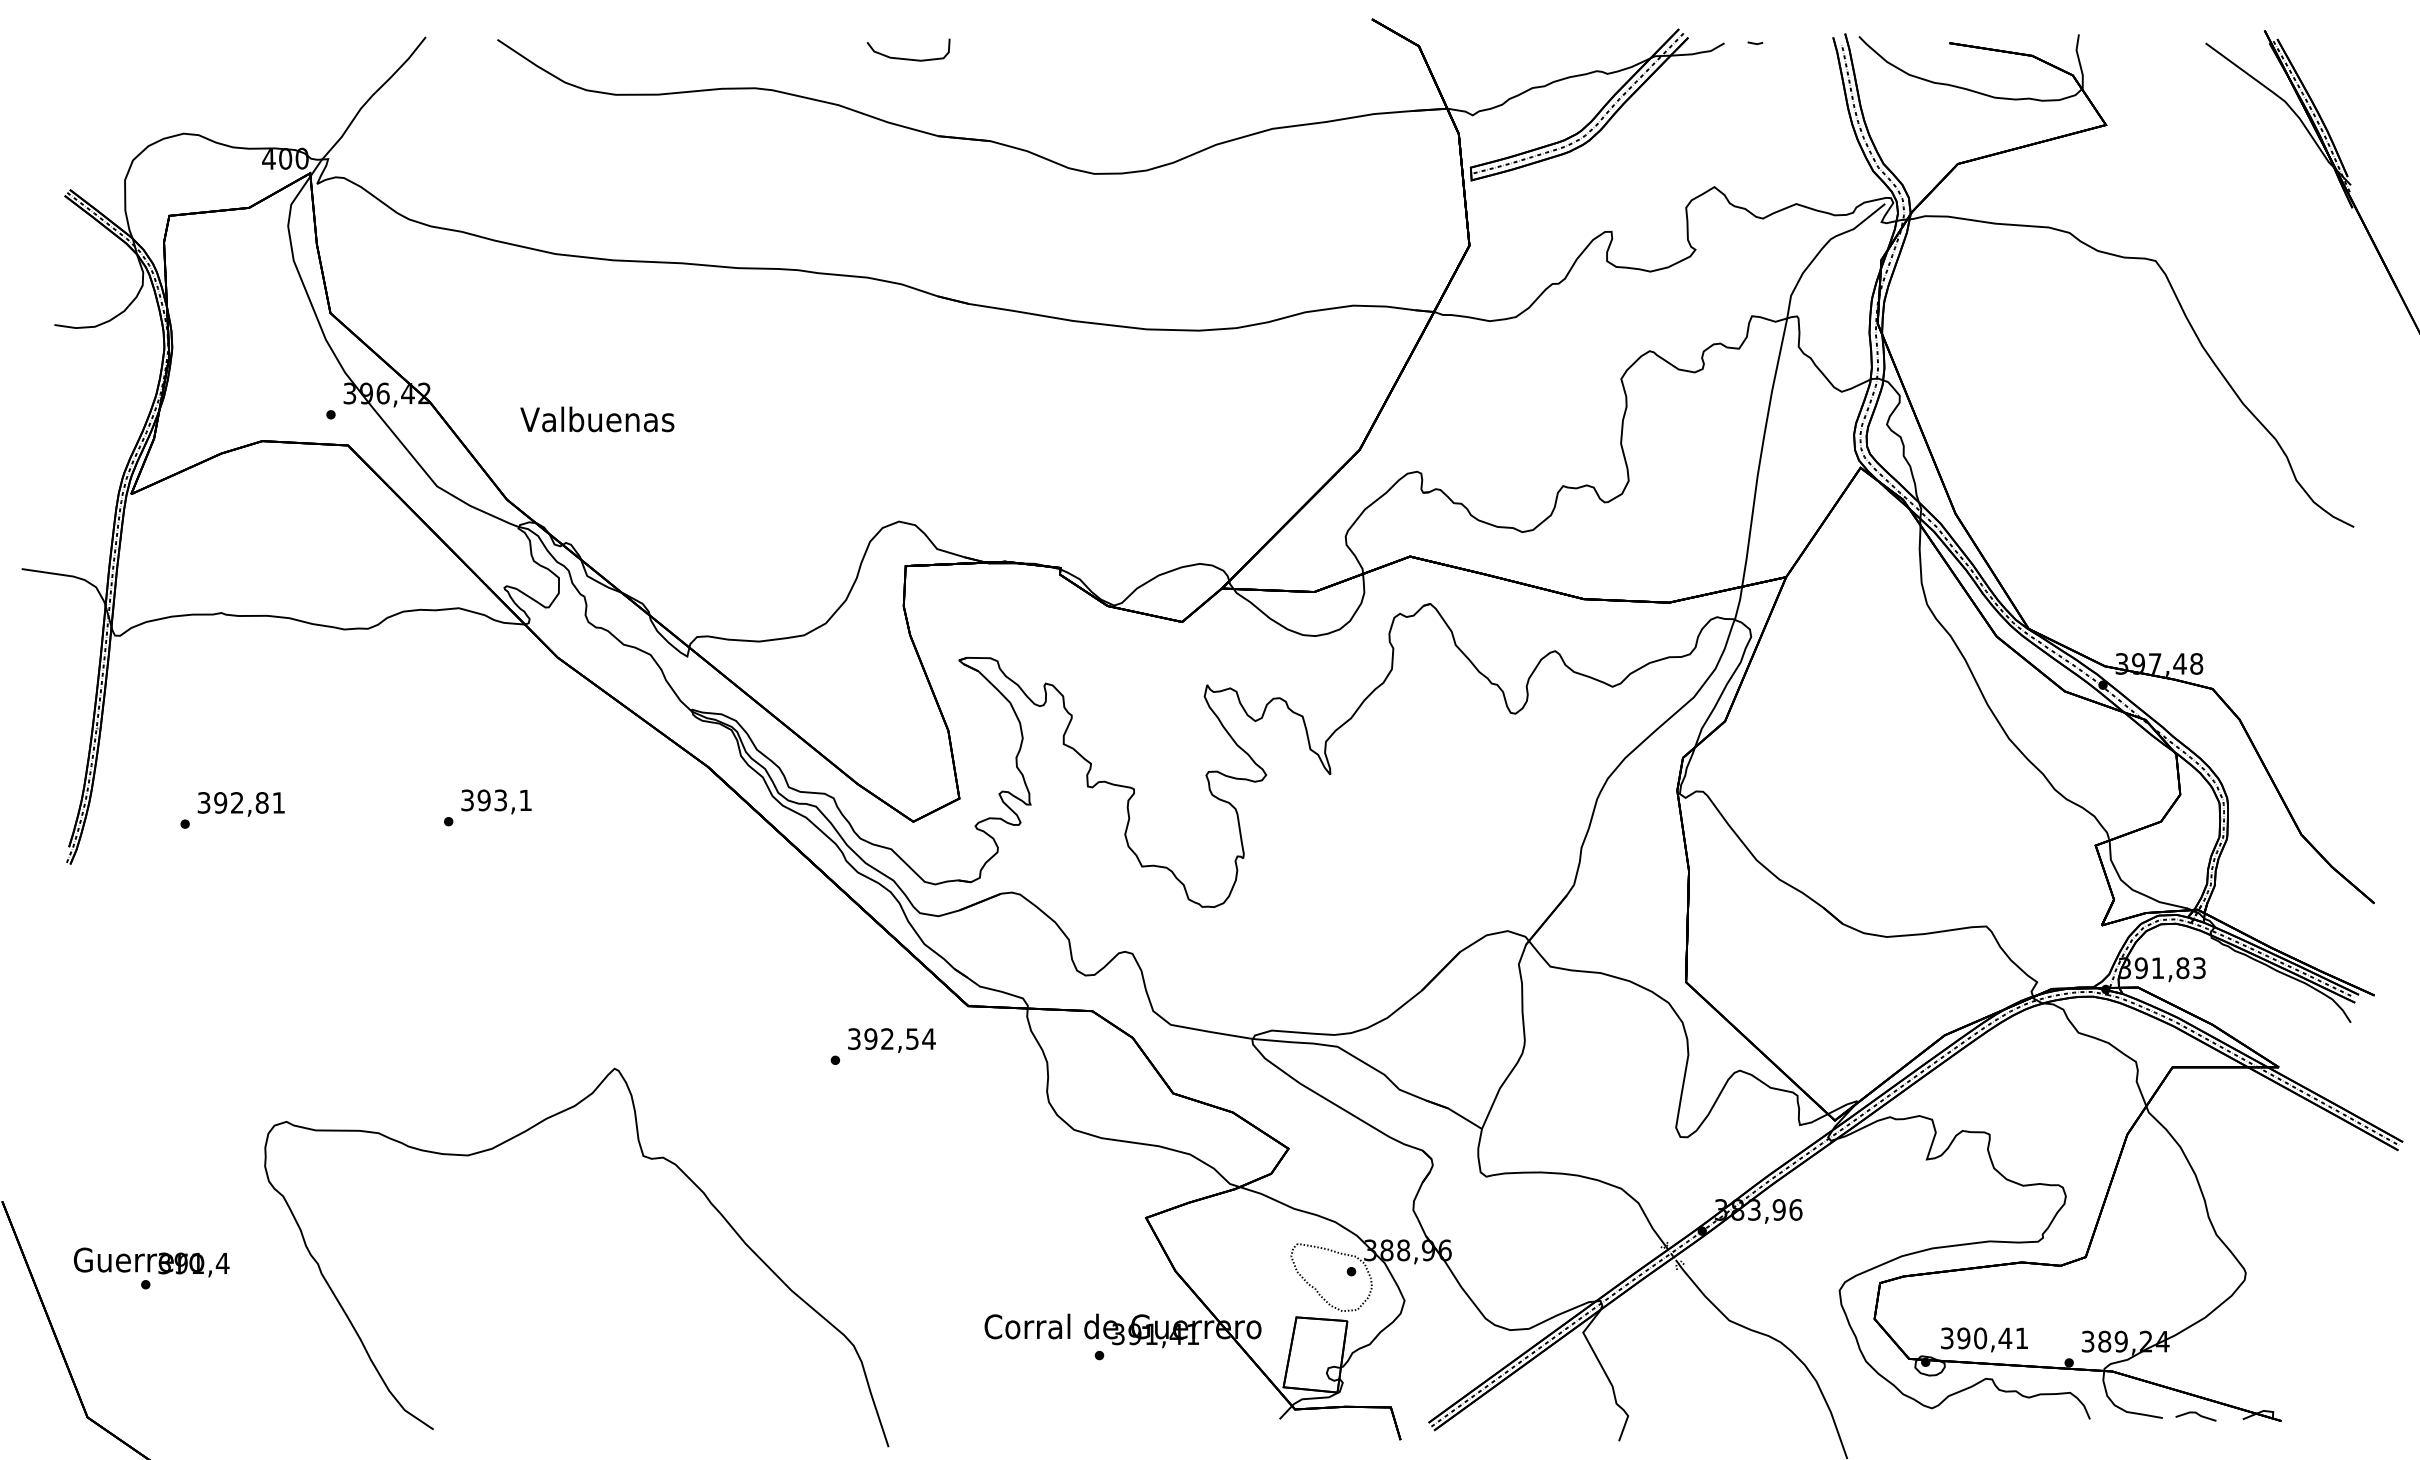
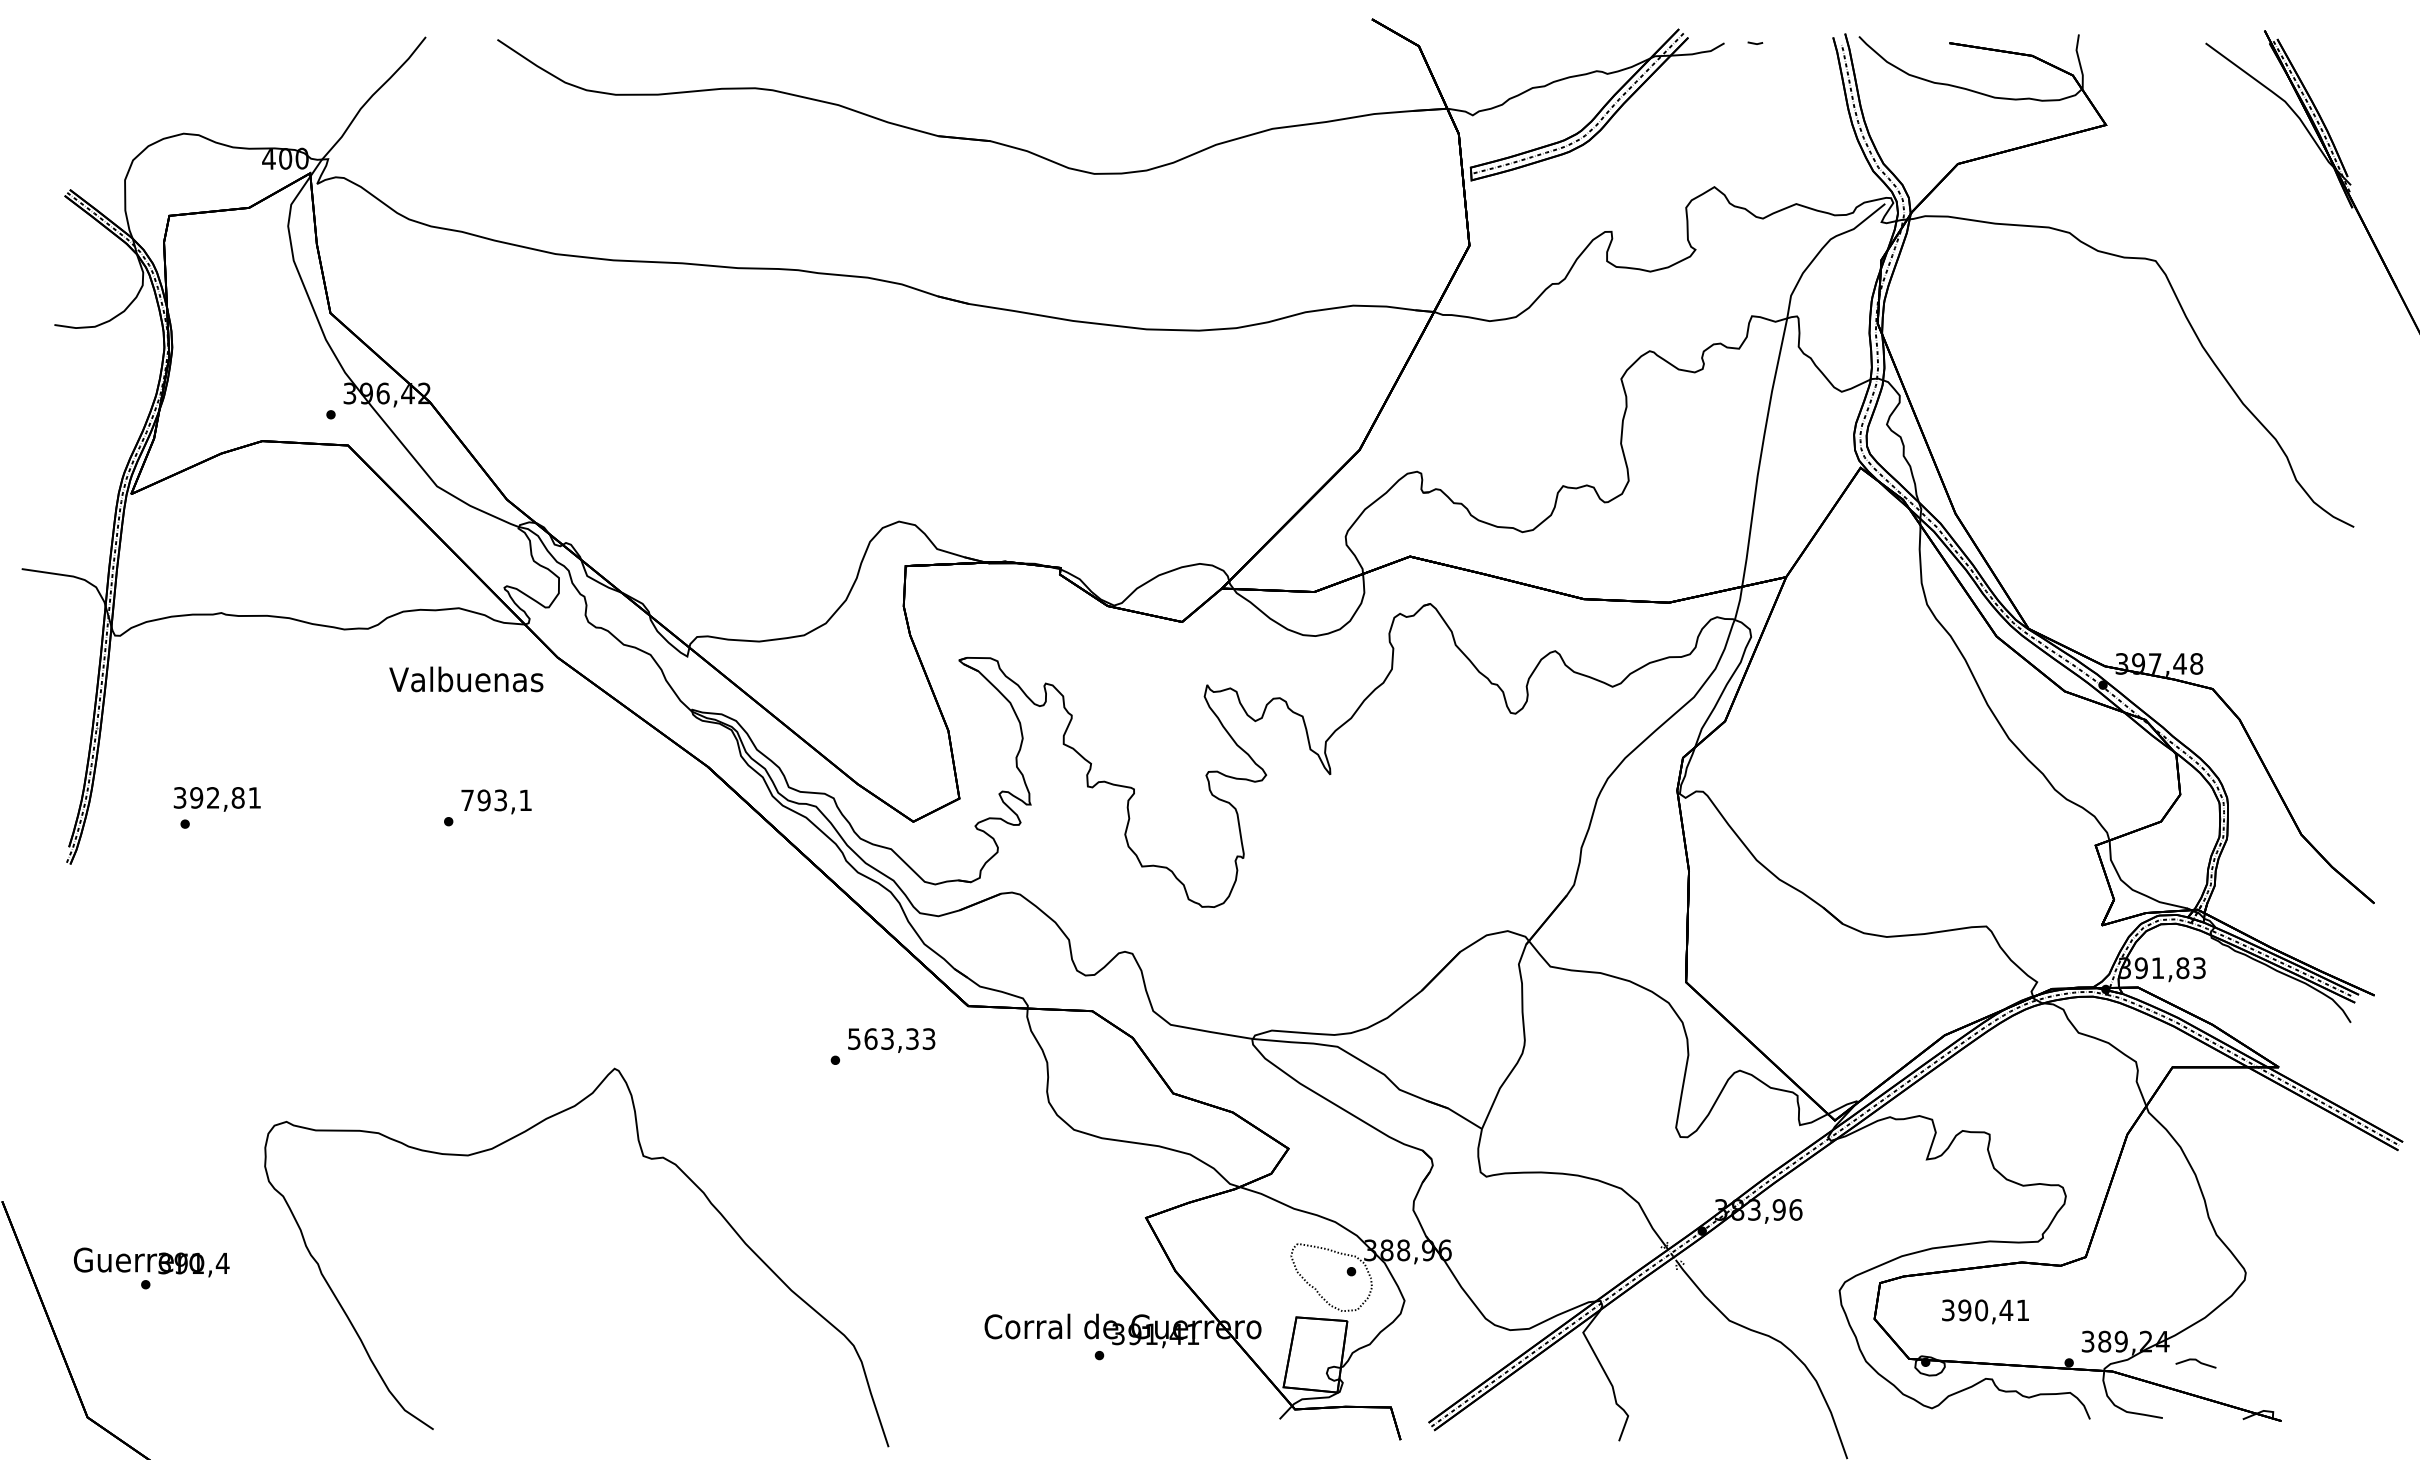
curve at (908, 58): present -> none
text at (597, 419) position: (597, 419) -> (466, 679)
text at (467, 800): 393,1 -> 793,1
text at (240, 804) position: (240, 804) -> (216, 799)
text at (891, 1038): 392,54 -> 563,33
text at (1984, 1339) position: (1984, 1339) -> (1985, 1311)
line at (2196, 1414) position: (2196, 1414) -> (2196, 1361)
